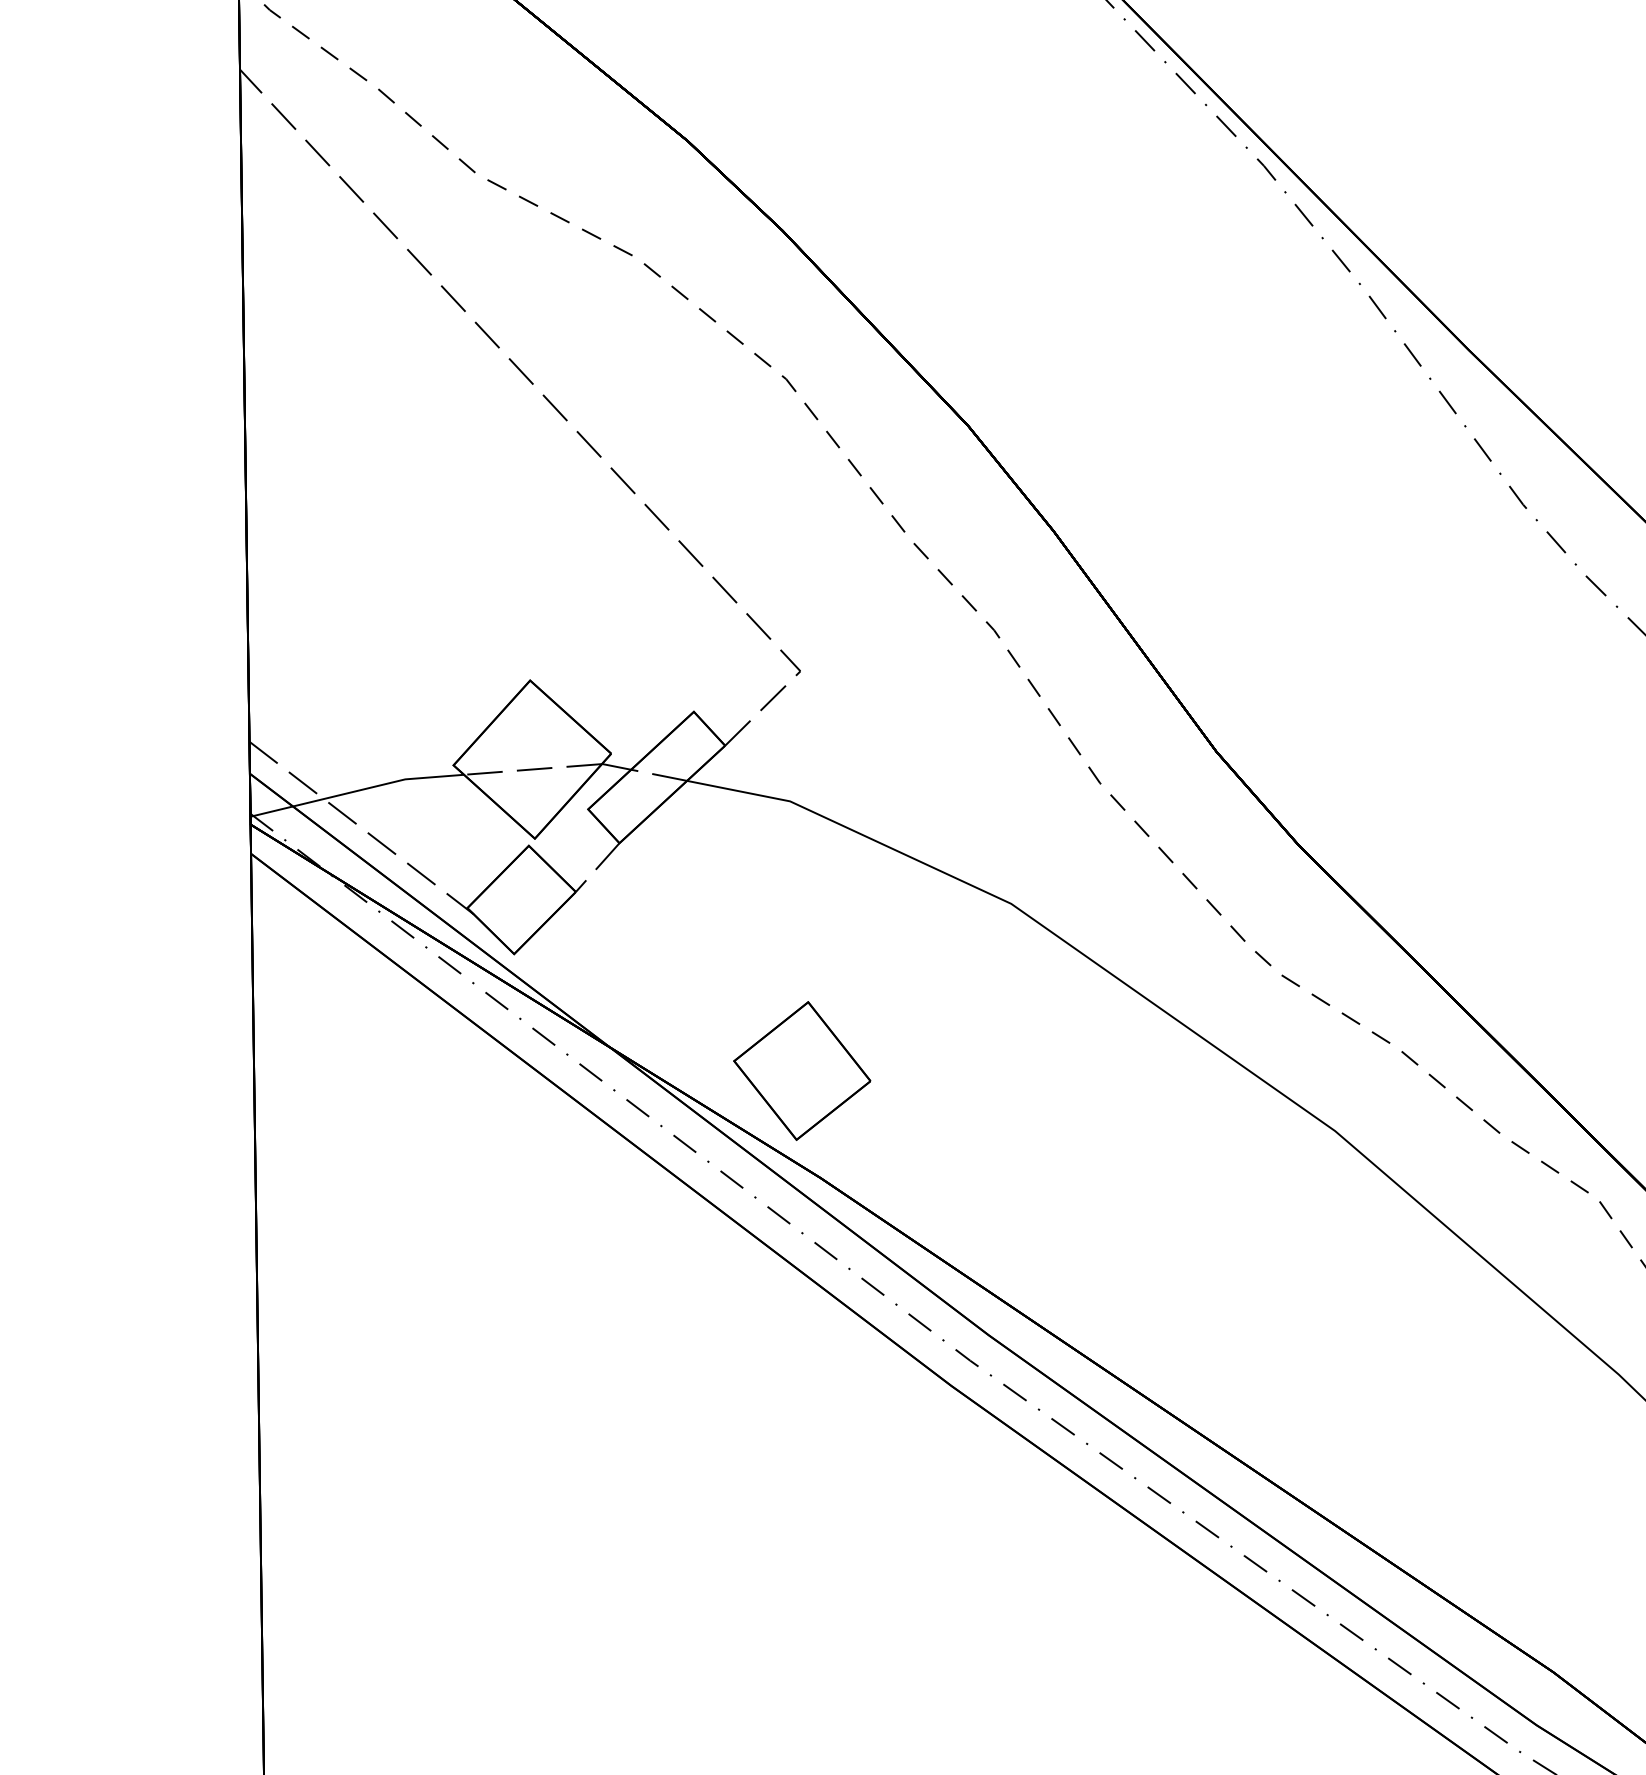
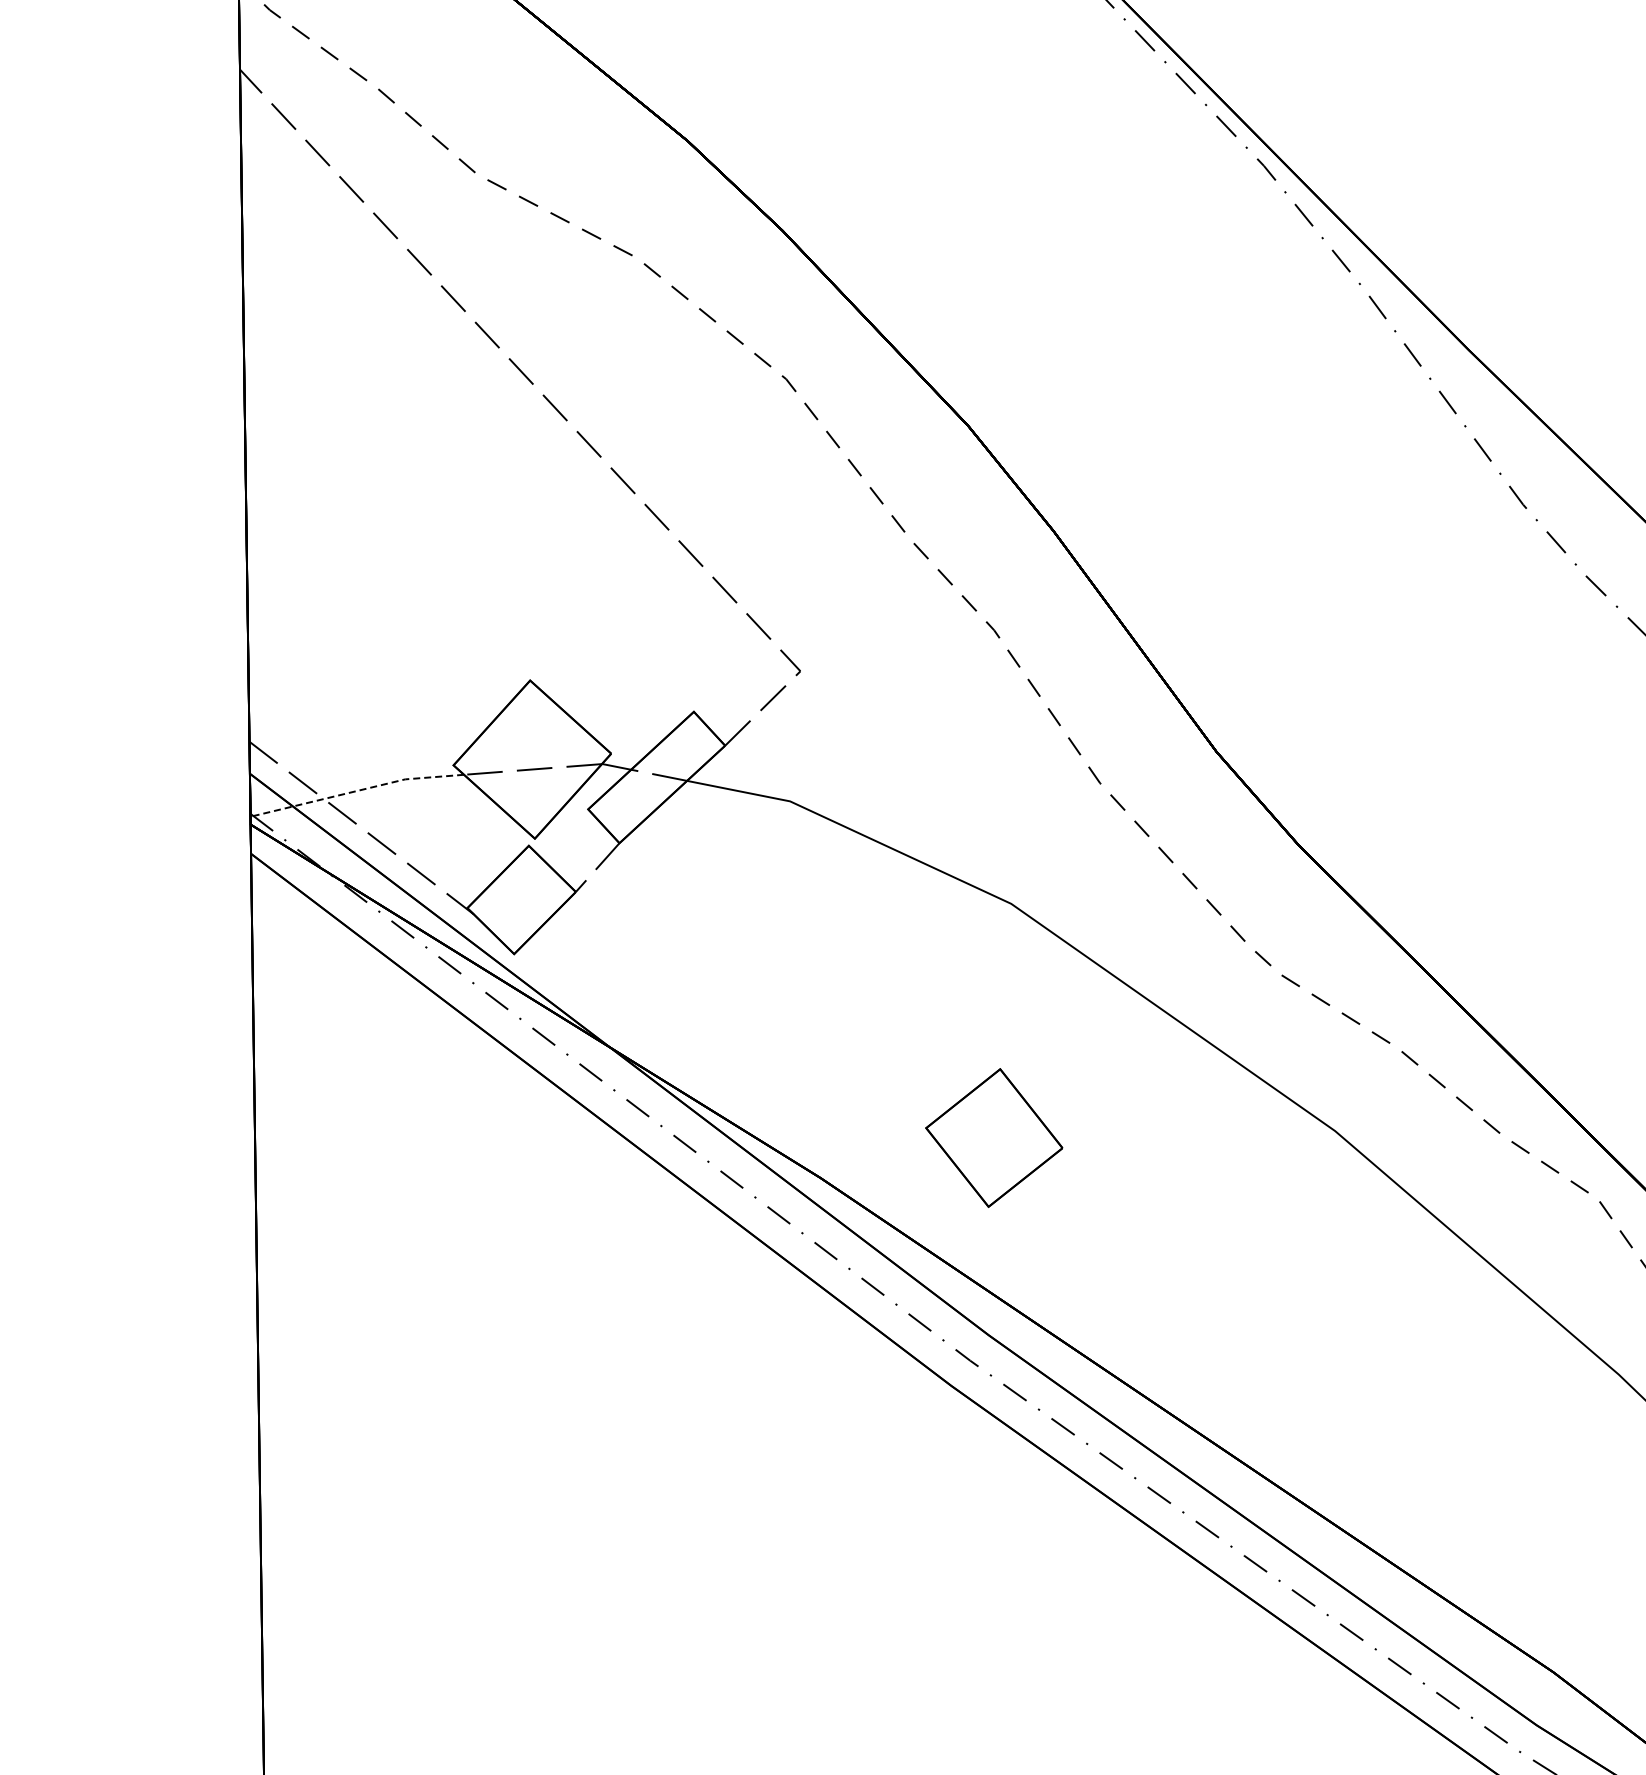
line at (356, 791): solid -> dashed
part at (802, 1070) position: (802, 1070) -> (994, 1137)
